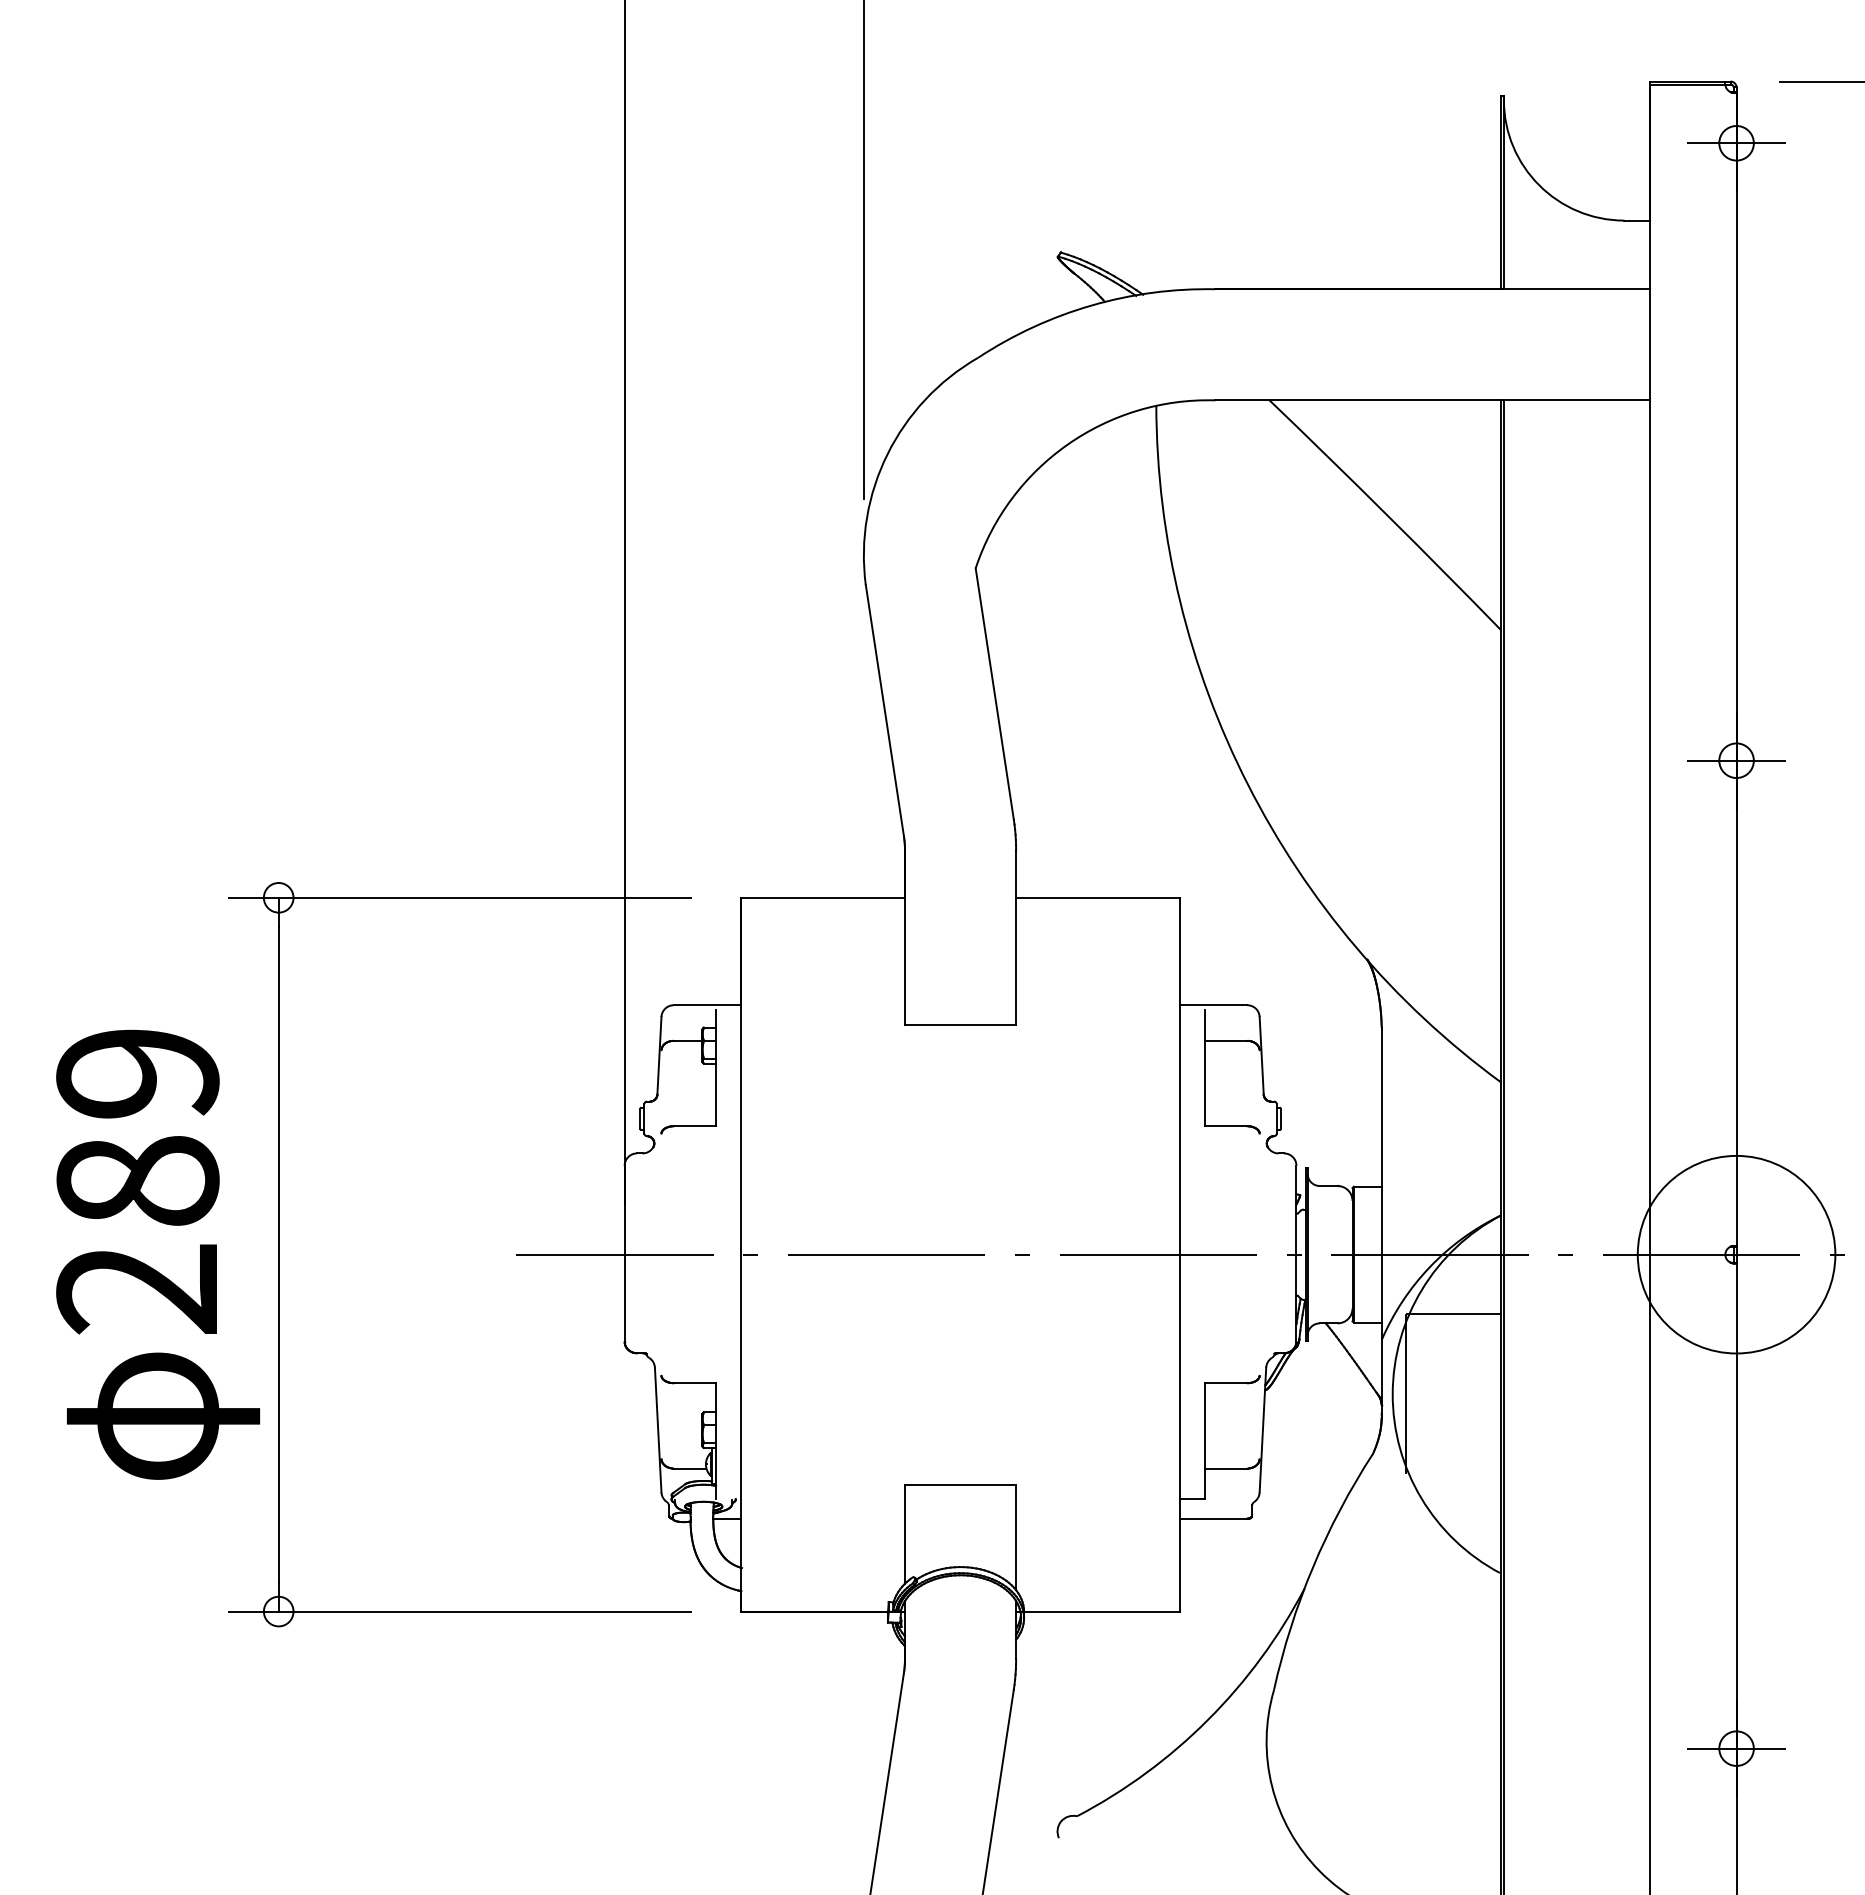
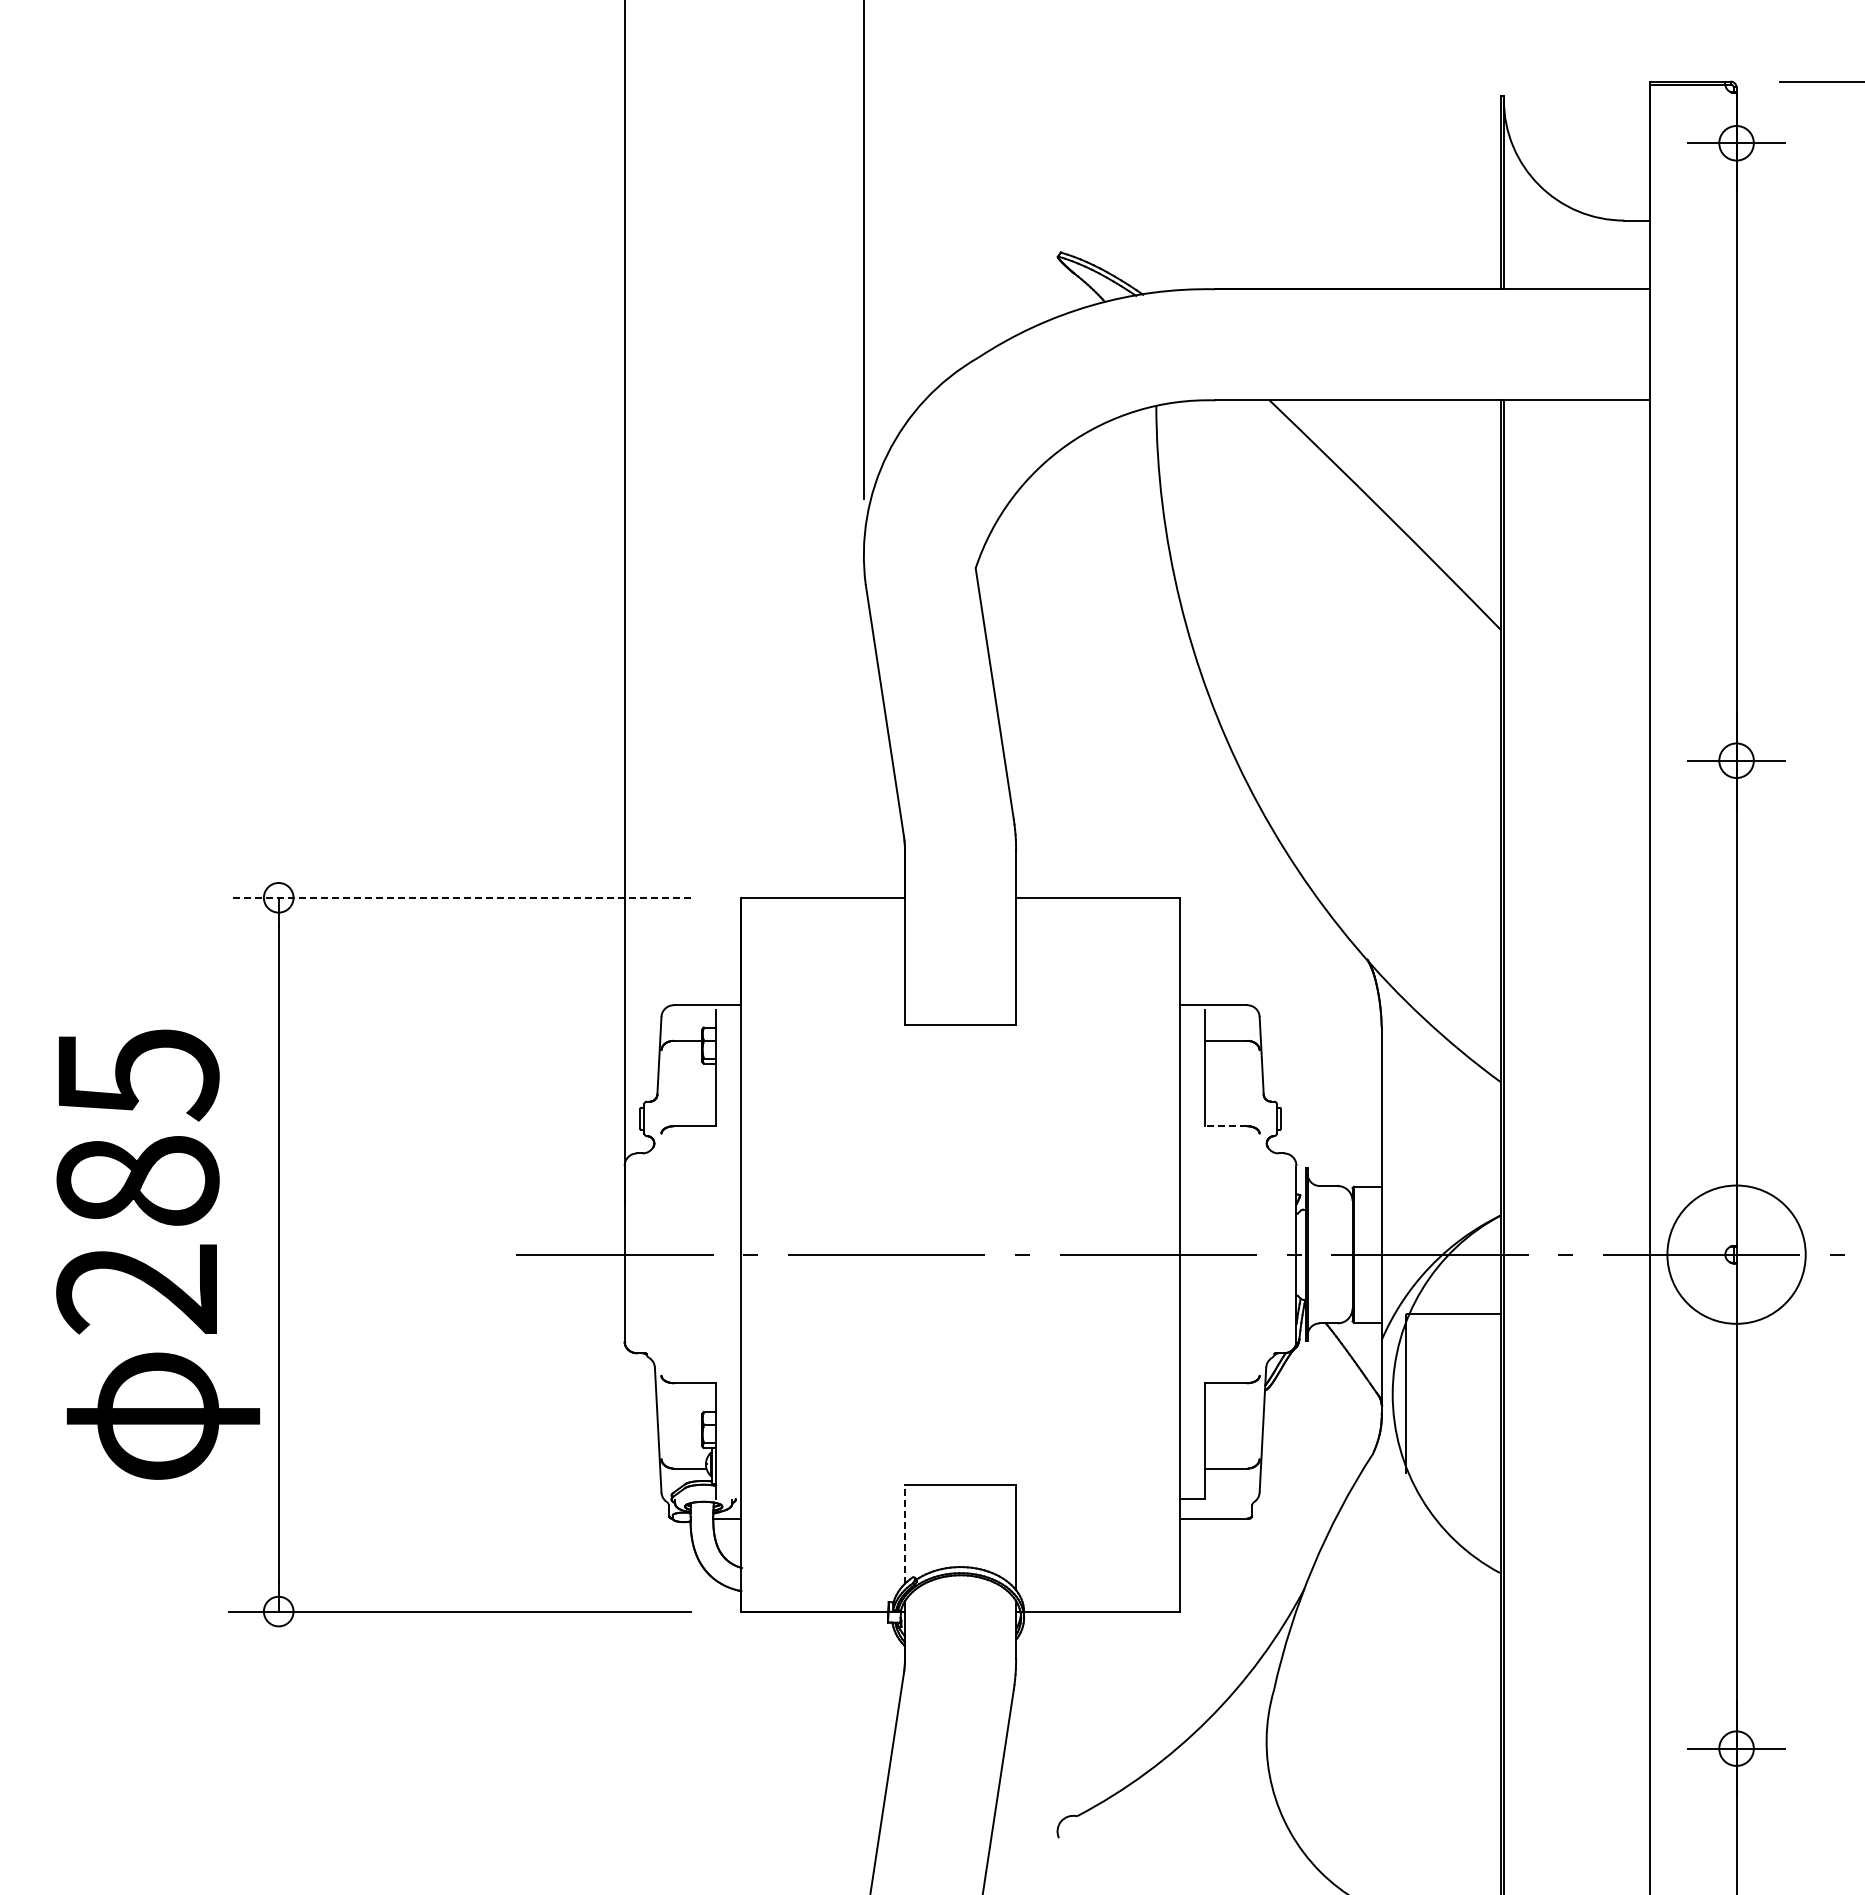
line at (459, 897): solid -> dashed
text at (137, 1075): 289 -> 285
line at (1225, 1126): solid -> dashed
circle at (1736, 1254) diameter: 198 px -> 138 px
line at (905, 1534): solid -> dashed
